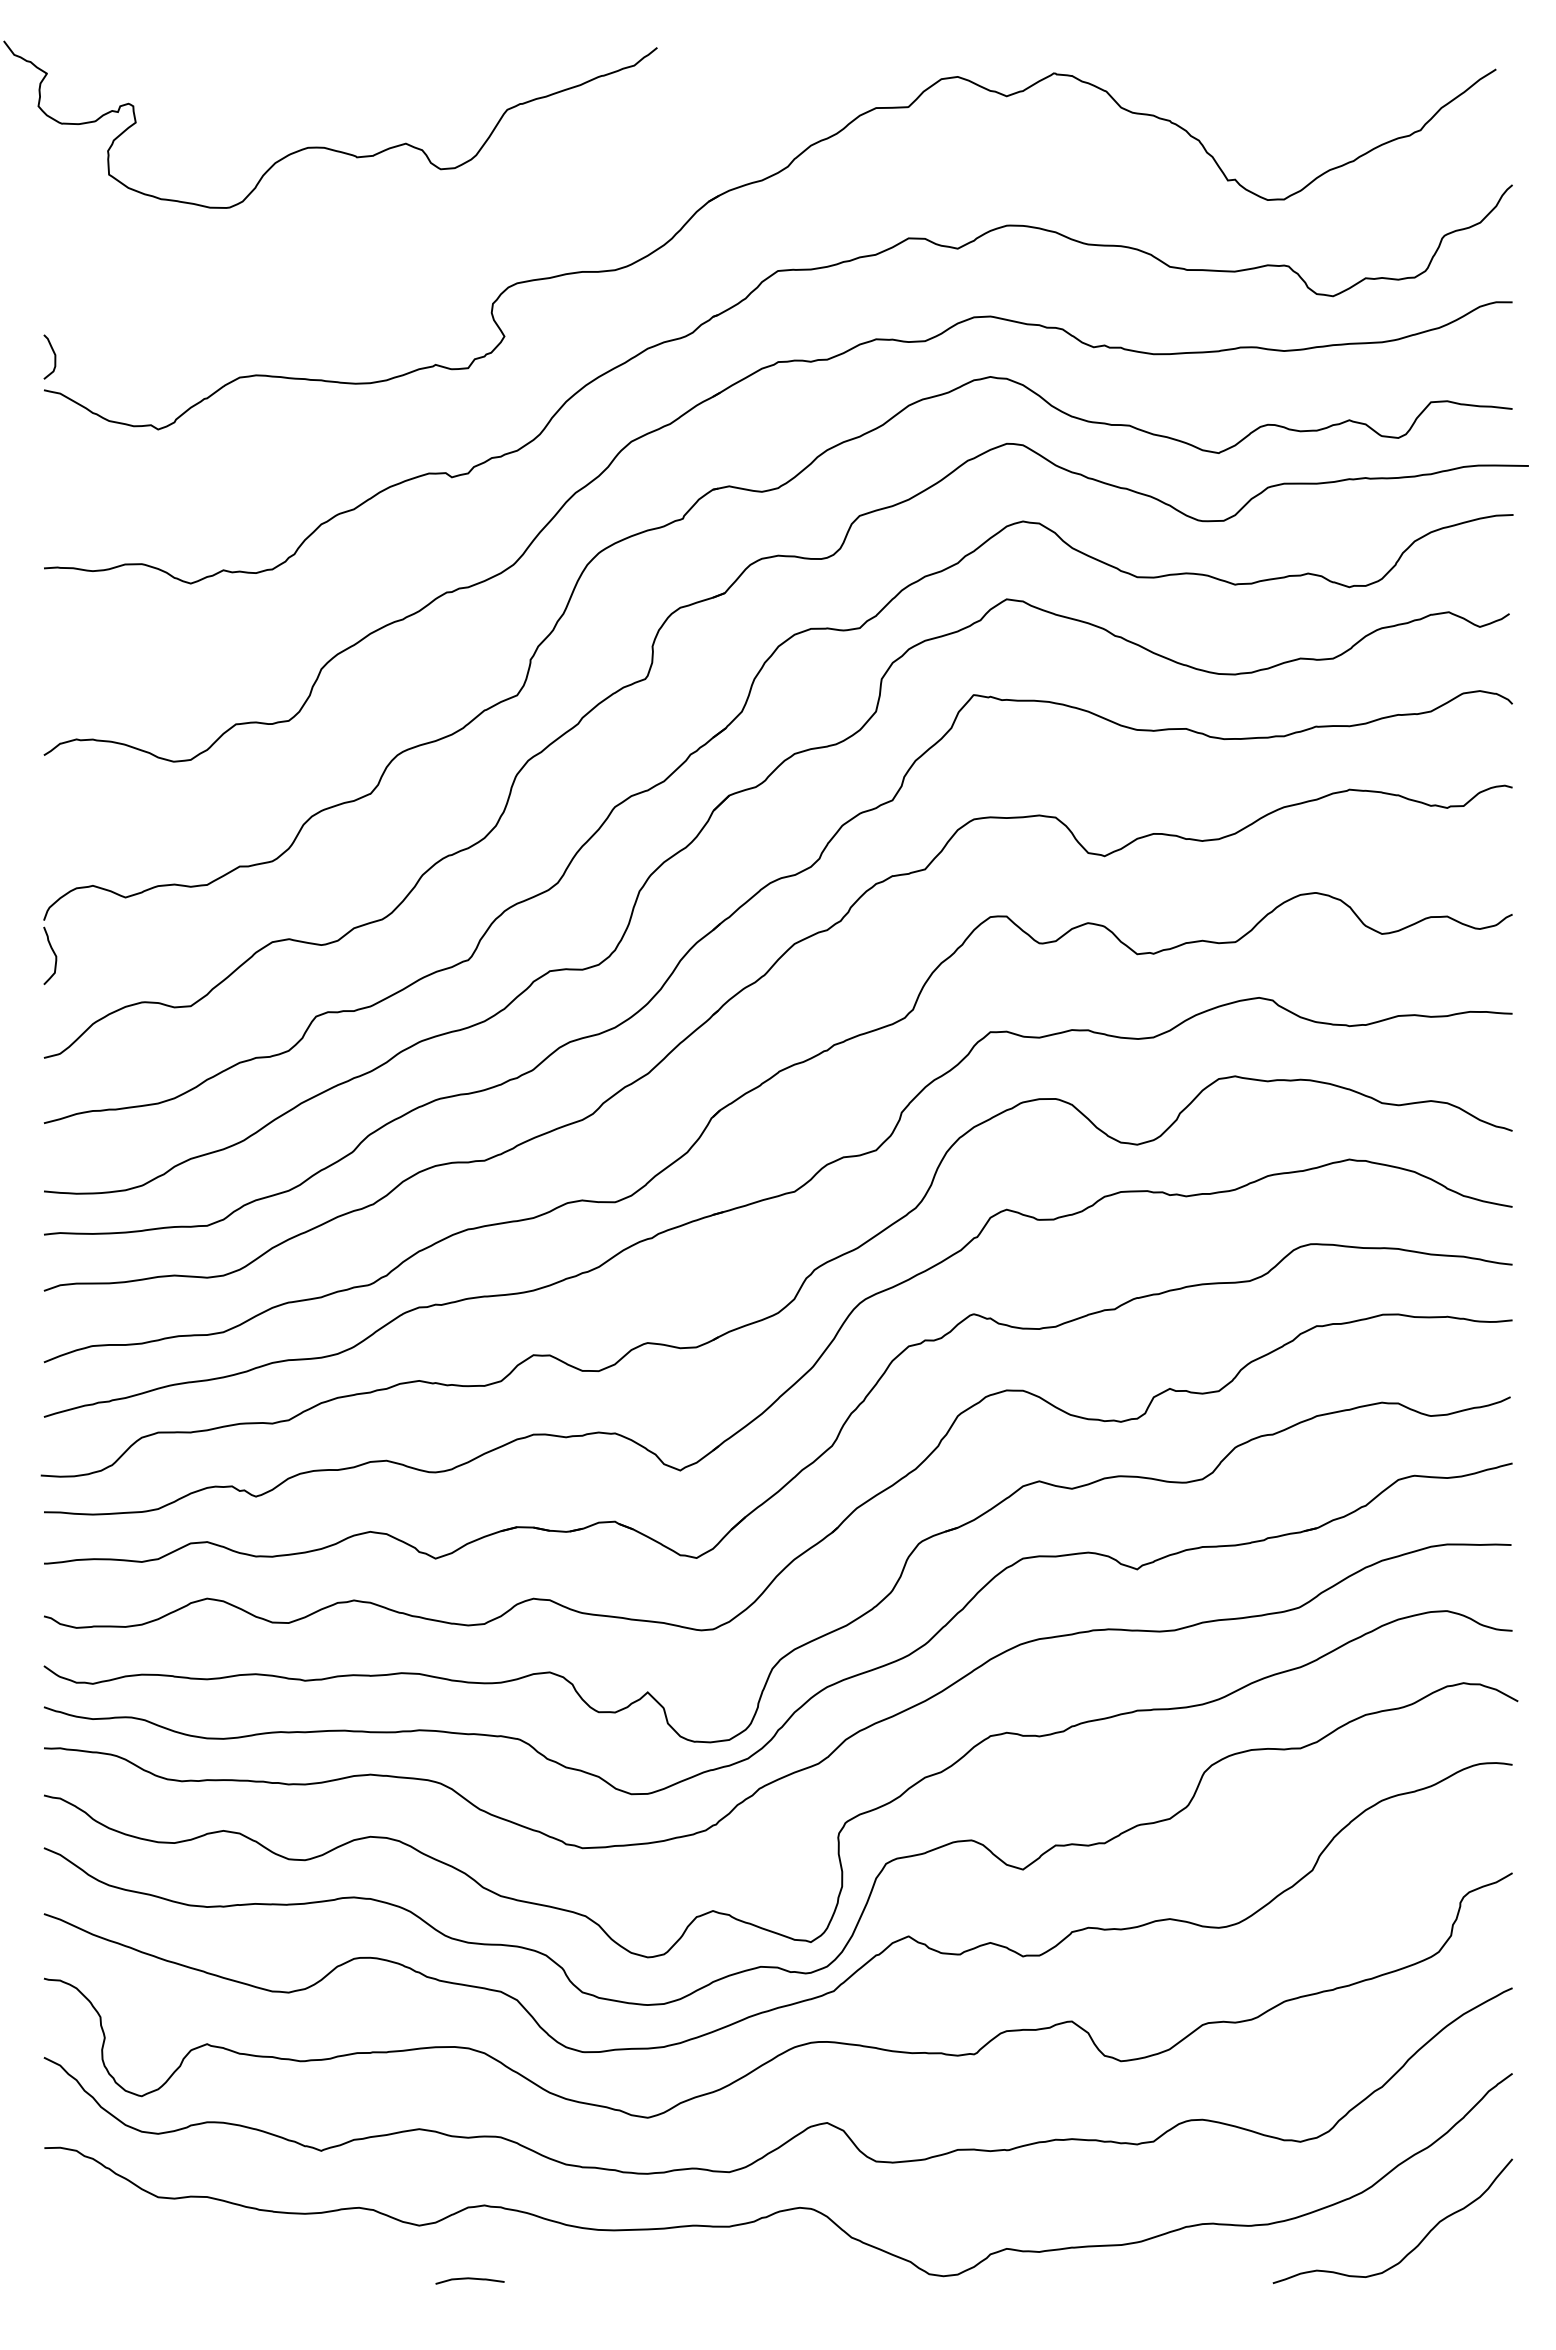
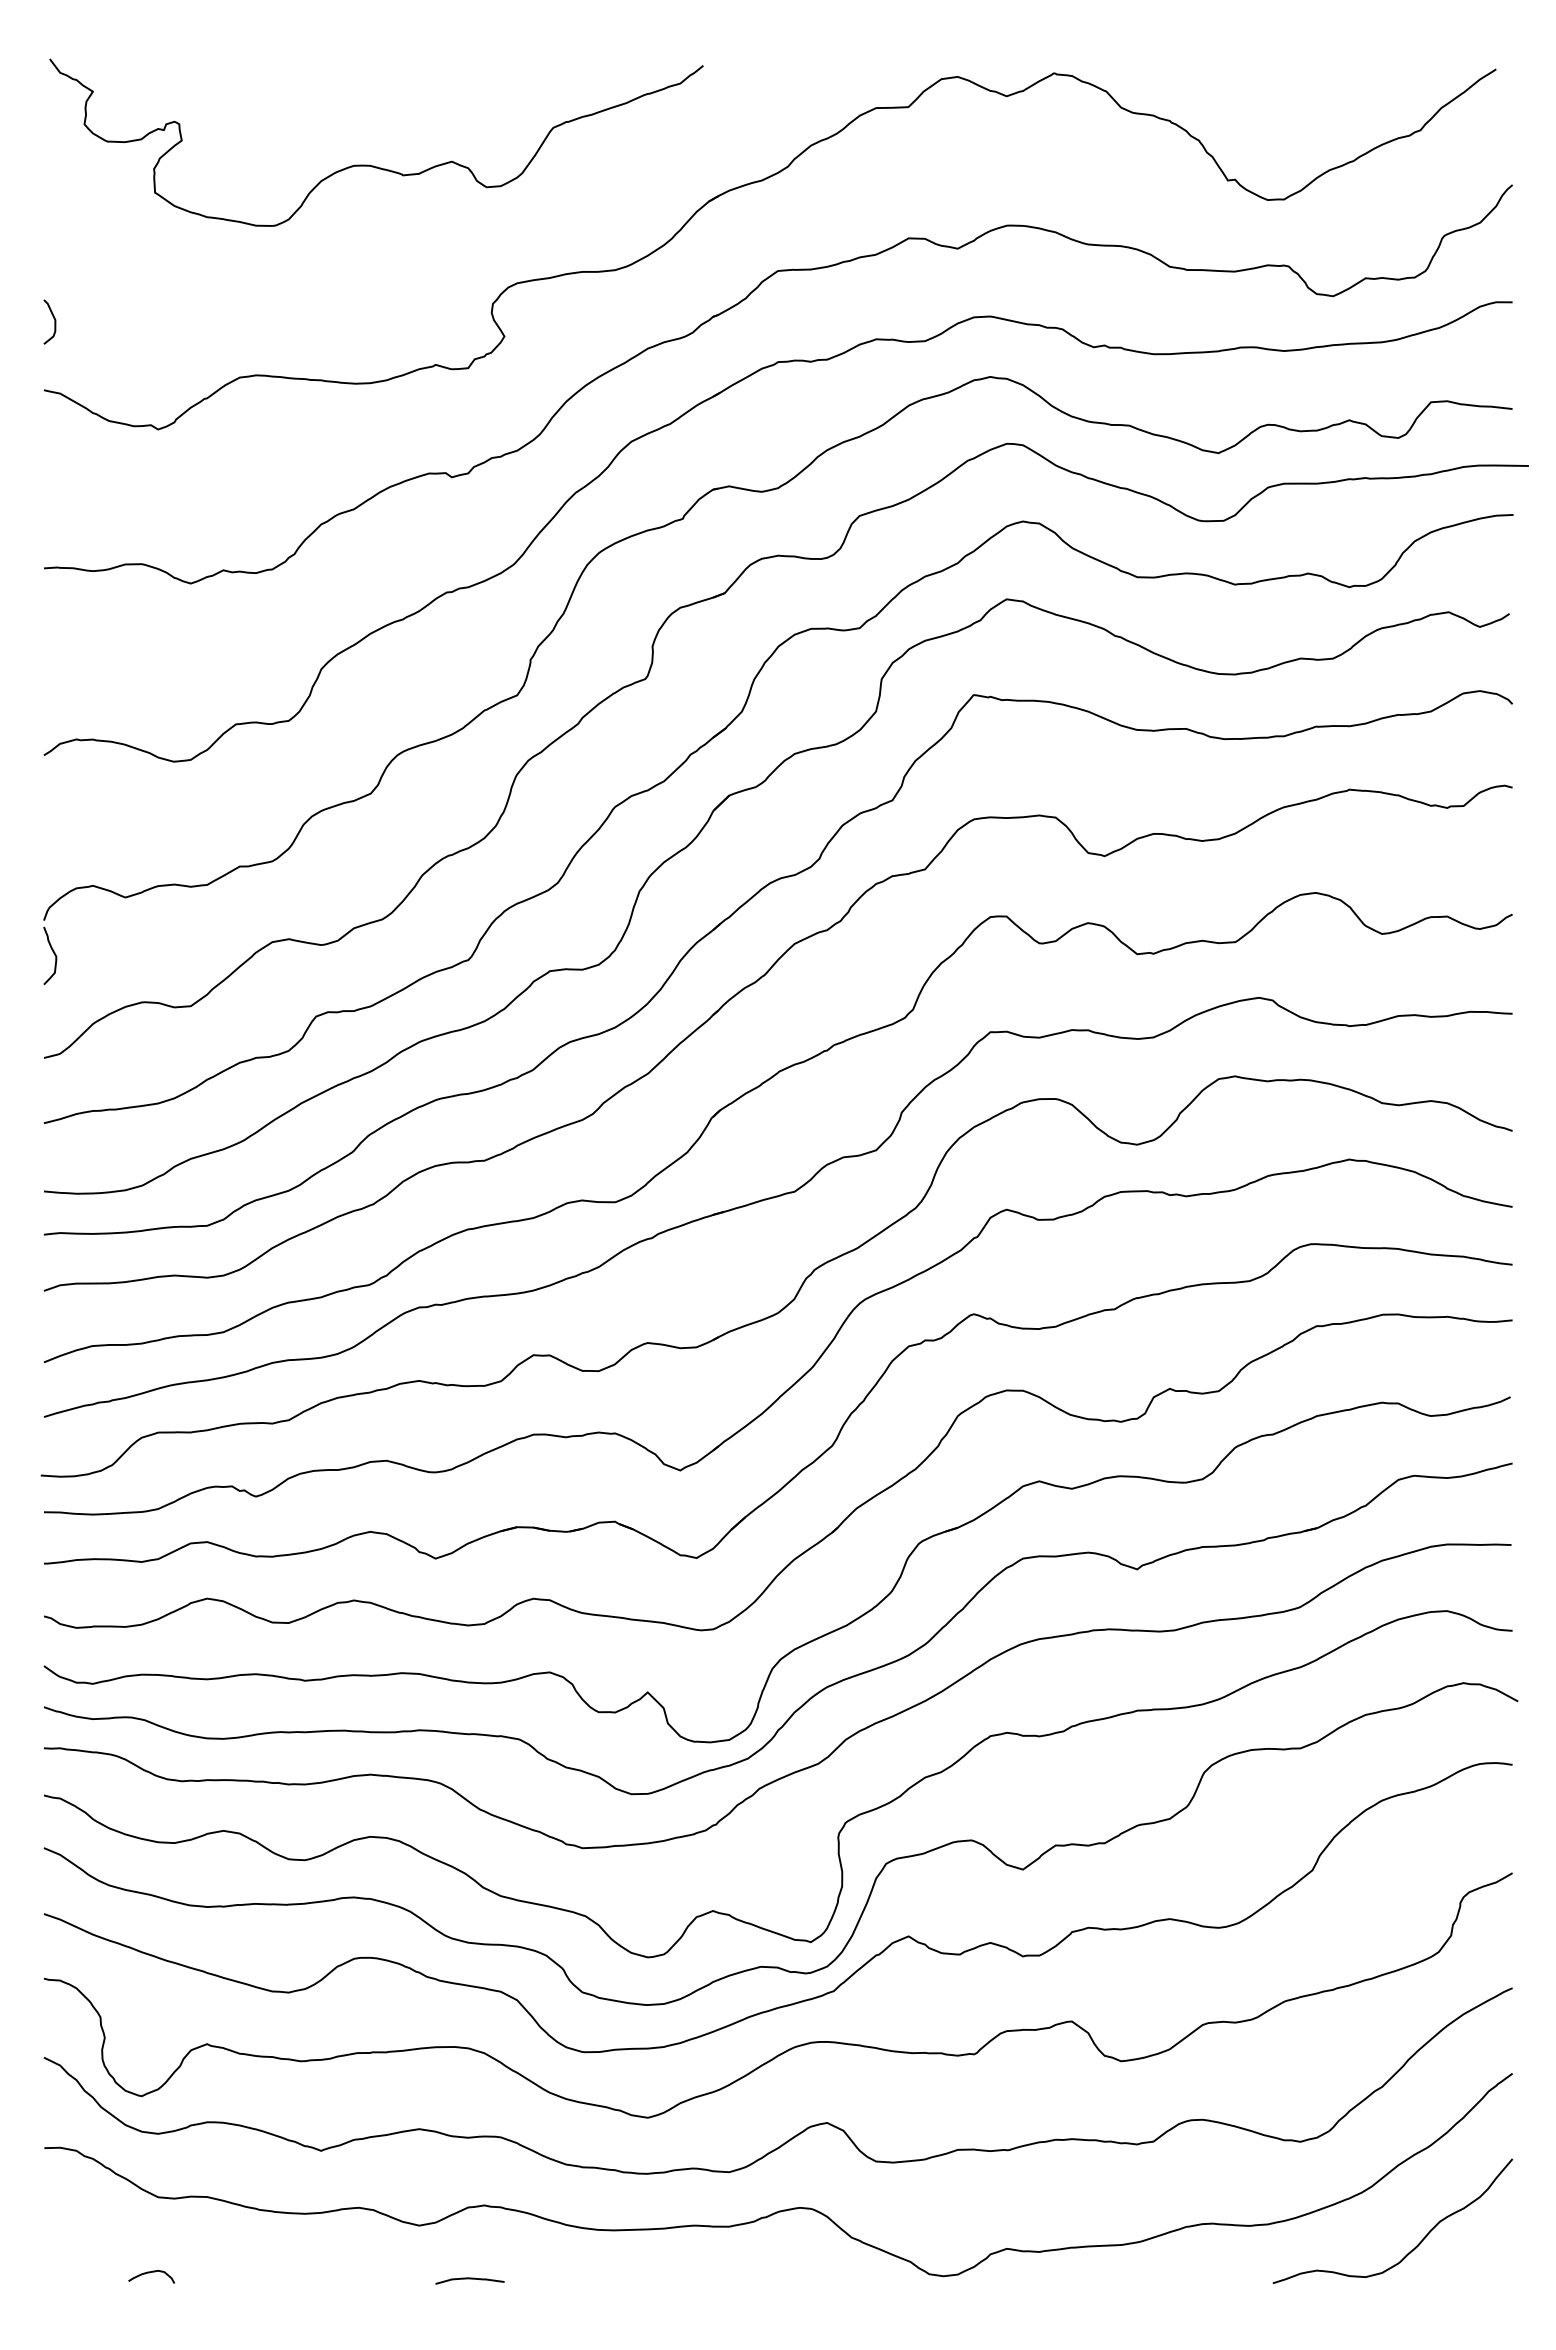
curve at (323, 146) position: (323, 146) -> (369, 164)
curve at (53, 353) position: (53, 353) -> (53, 318)
curve at (149, 2273): none -> present
